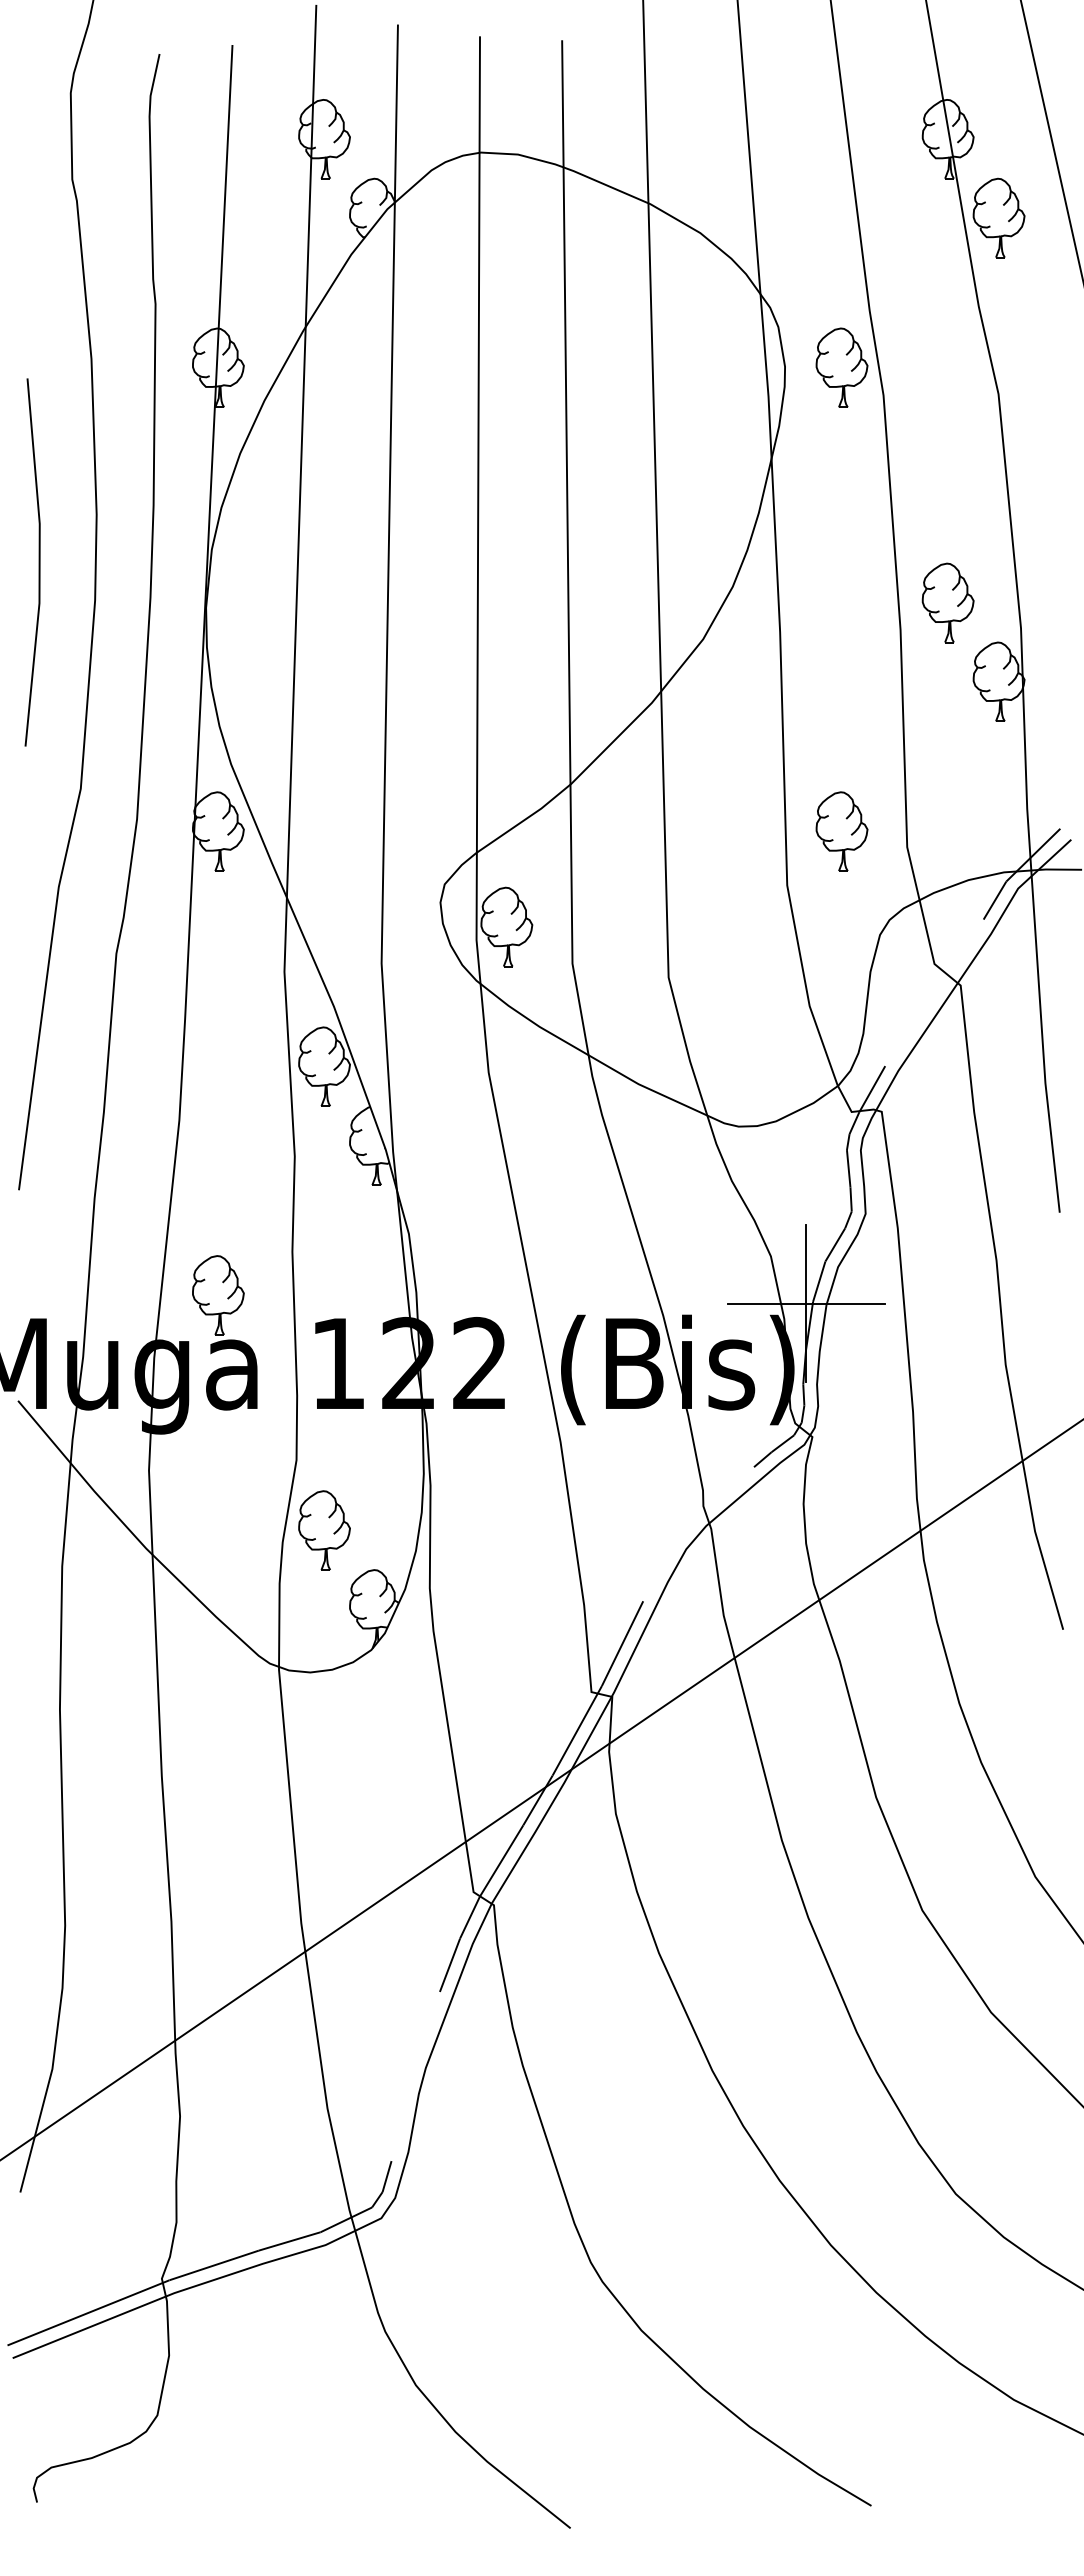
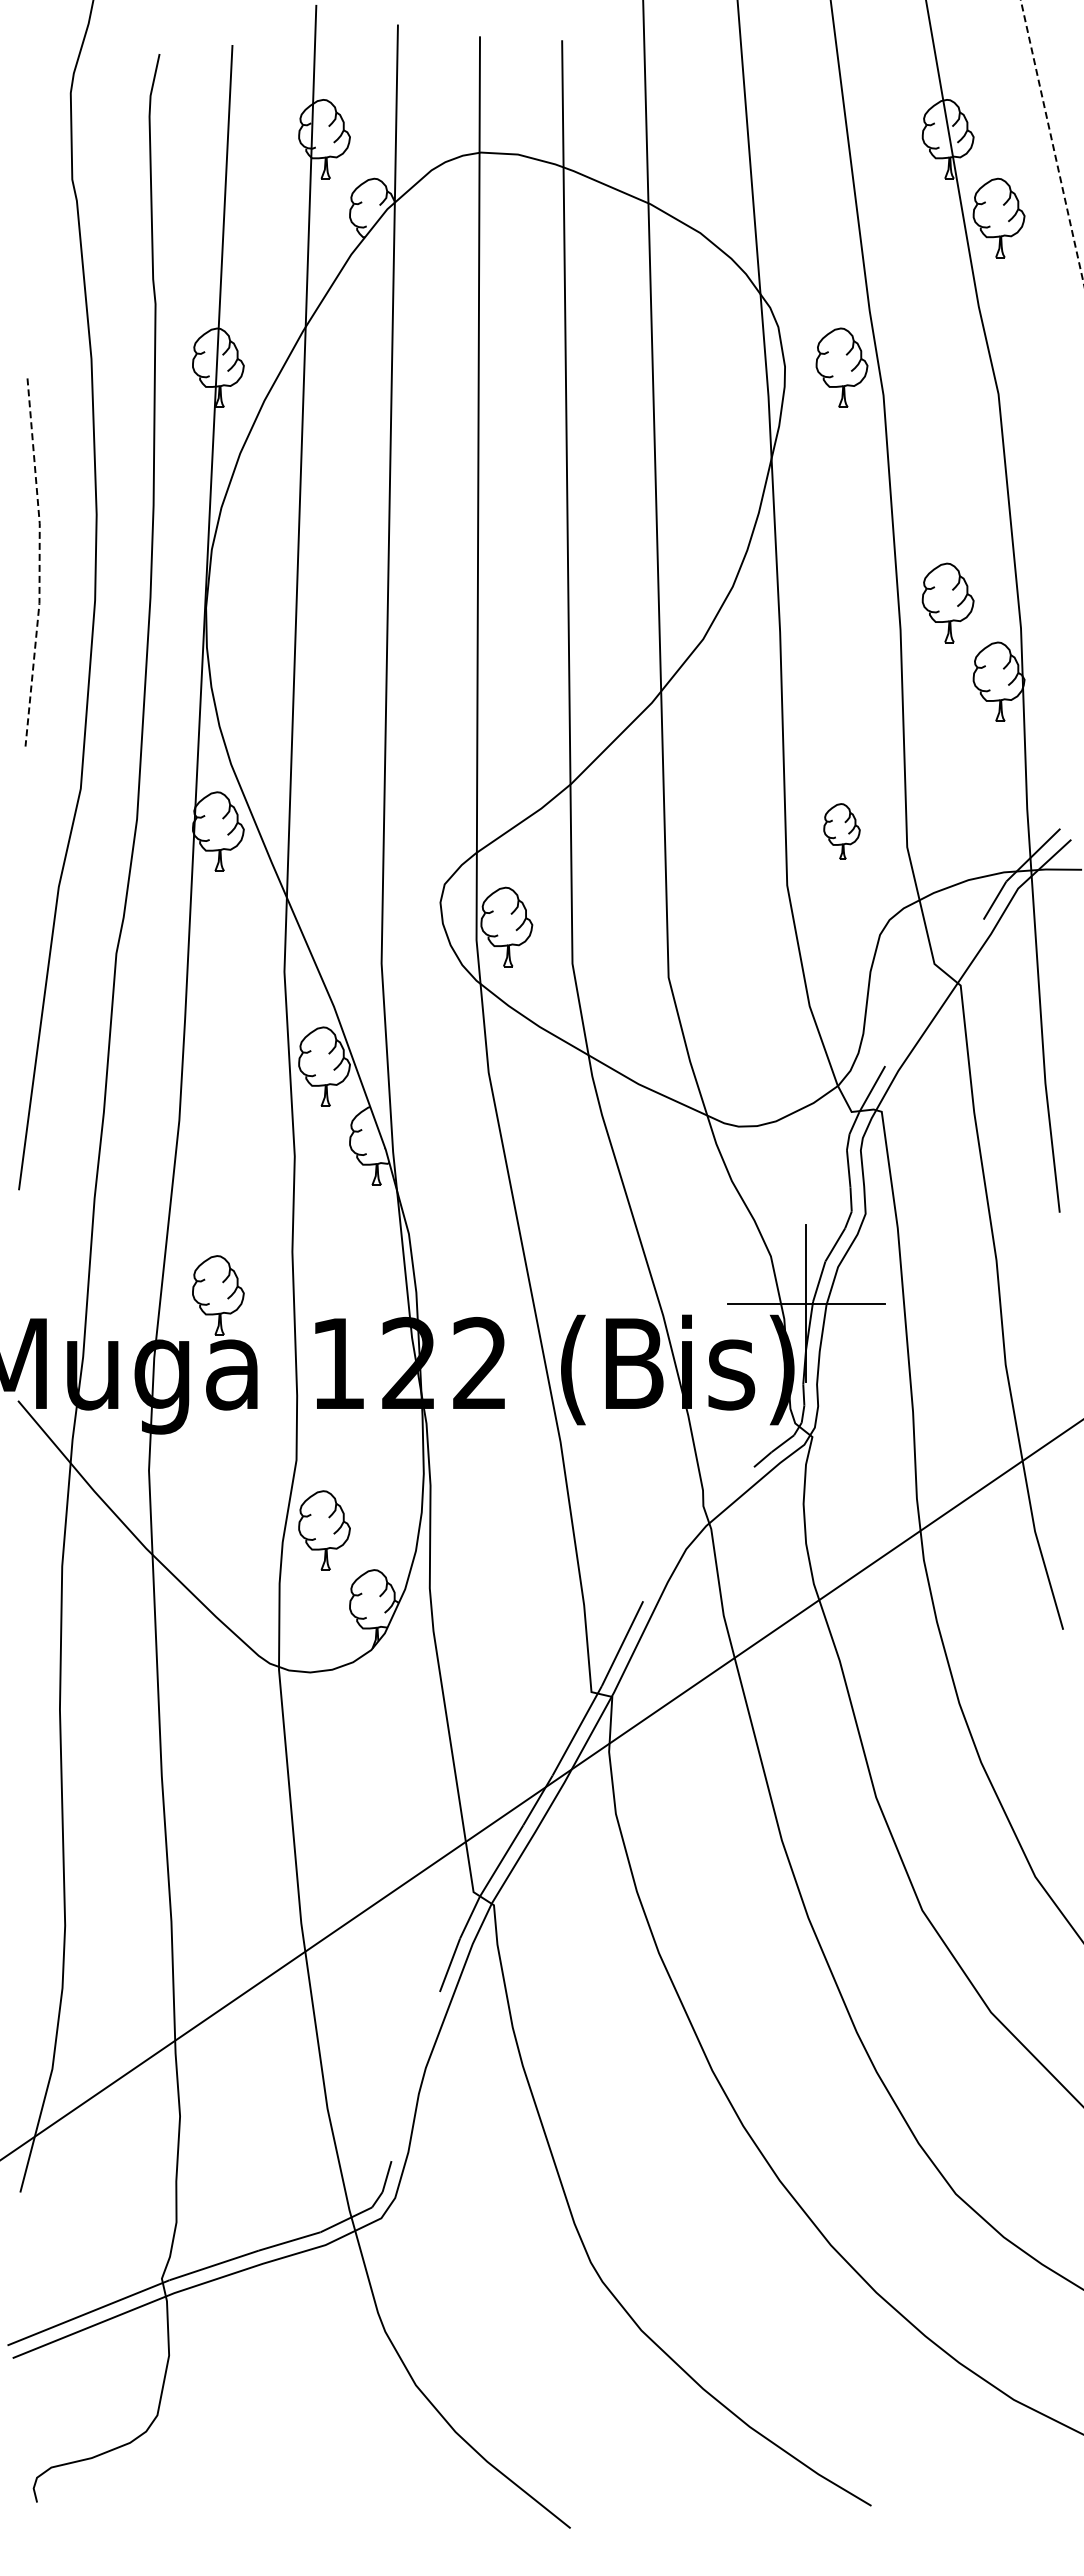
line at (1052, 142): solid -> dashed
line at (39, 562): solid -> dashed
part at (841, 831) size: 54x81 px -> 38x57 px
